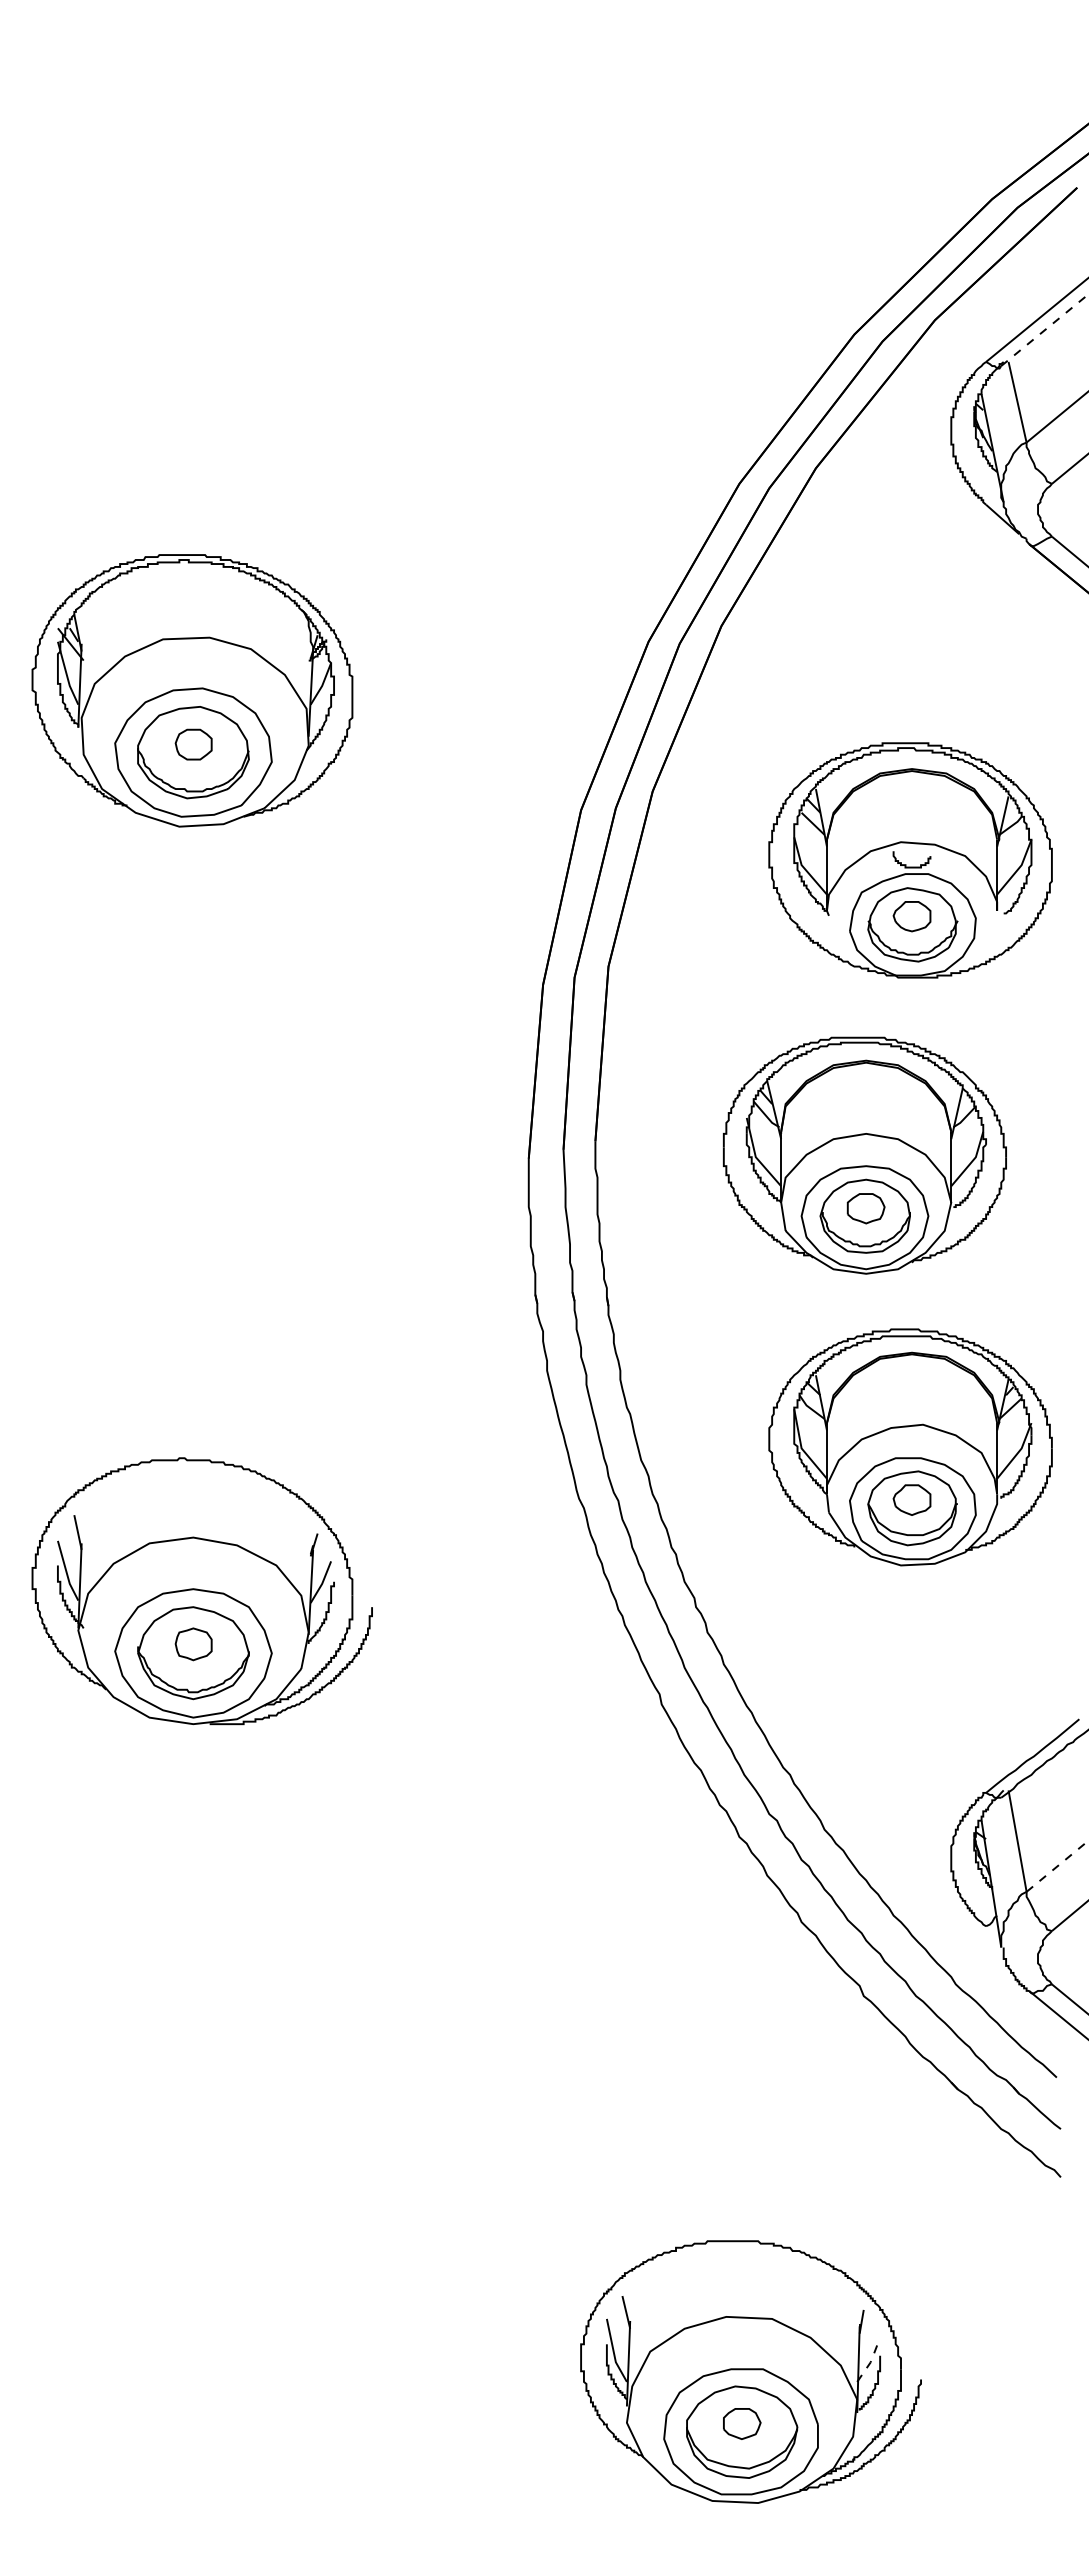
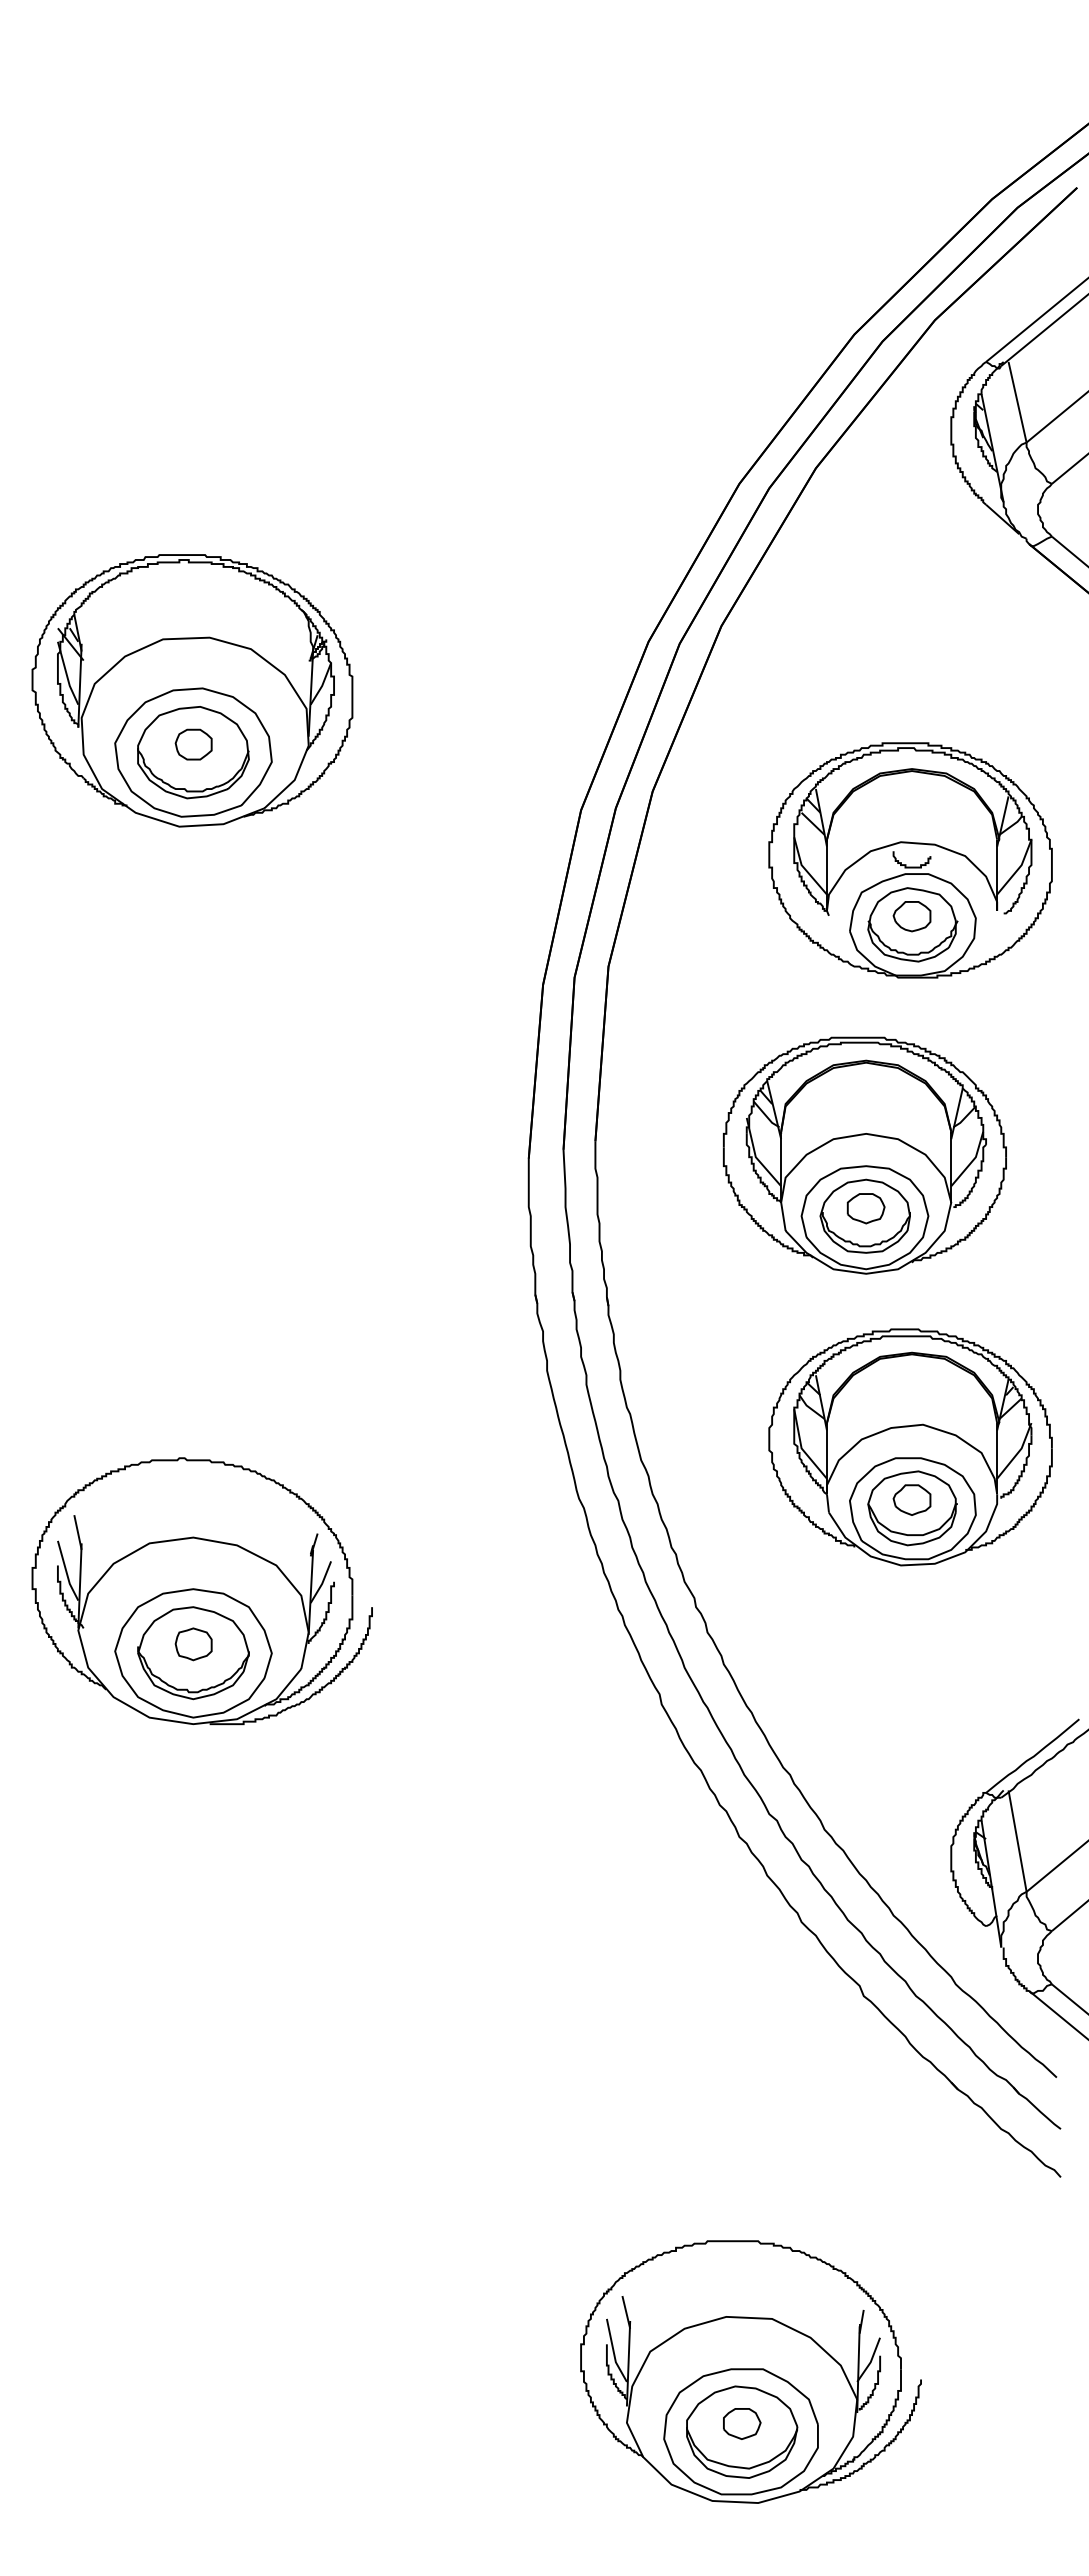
line at (1045, 329): dashed -> solid
line at (1057, 1866): dashed -> solid
line at (871, 2361): dashed -> solid
